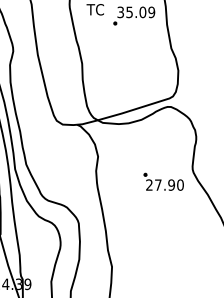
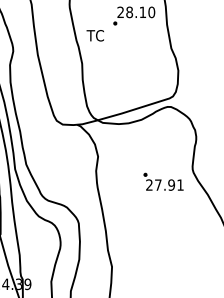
text at (94, 9) position: (94, 9) -> (94, 35)
text at (135, 12): 35.09 -> 28.10
text at (180, 184): 27.90 -> 27.91
